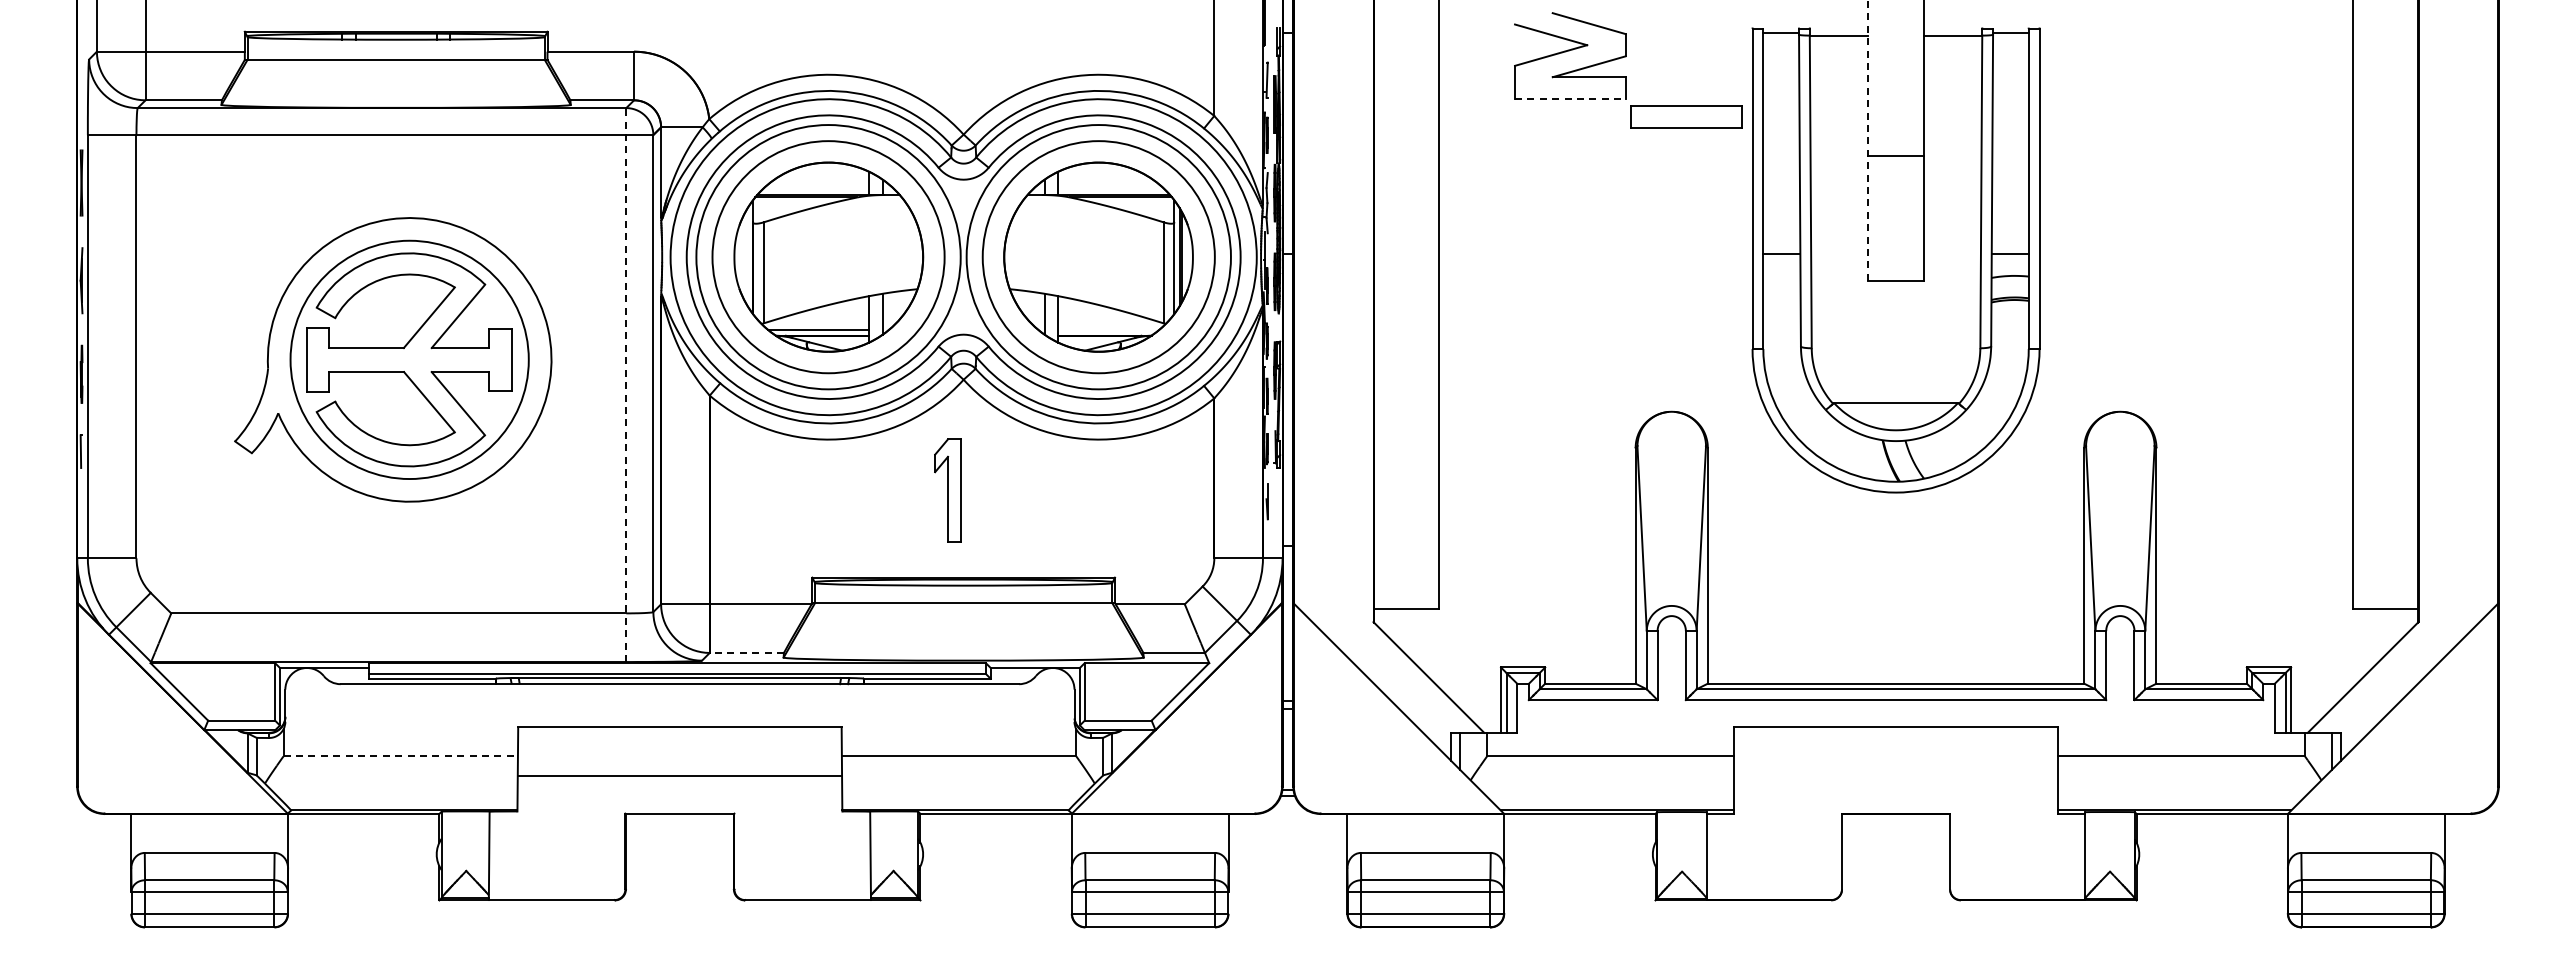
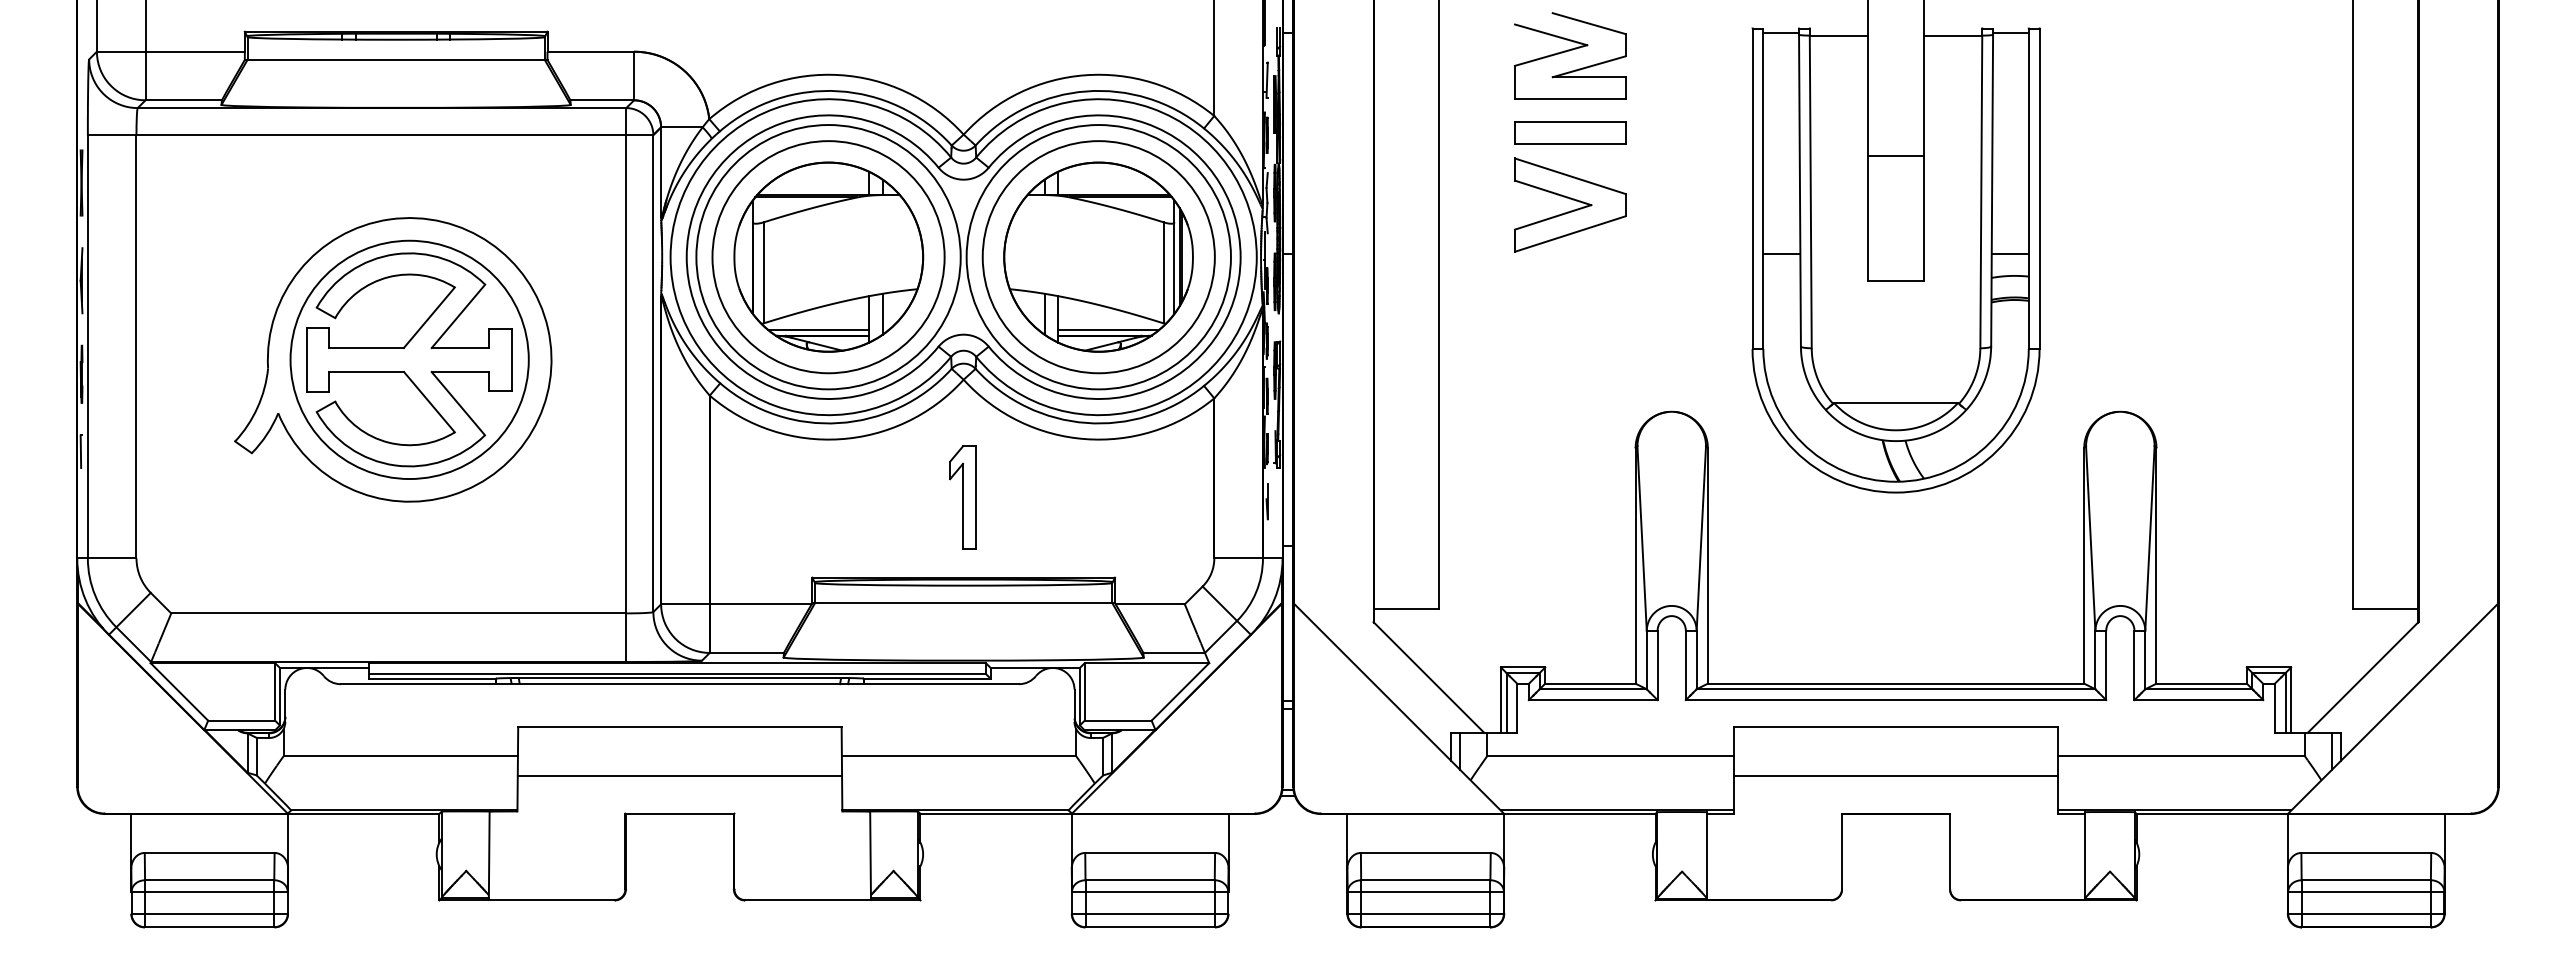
line at (1570, 99): dashed -> solid
part at (1686, 116) position: (1686, 116) -> (1570, 132)
line at (1867, 139): dashed -> solid
part at (1570, 204): none -> present
line at (1108, 330): none -> present
line at (626, 385): dashed -> solid
part at (947, 490) position: (947, 490) -> (962, 497)
line at (746, 652): dashed -> solid
line at (401, 756): dashed -> solid
line at (1895, 776): none -> present
